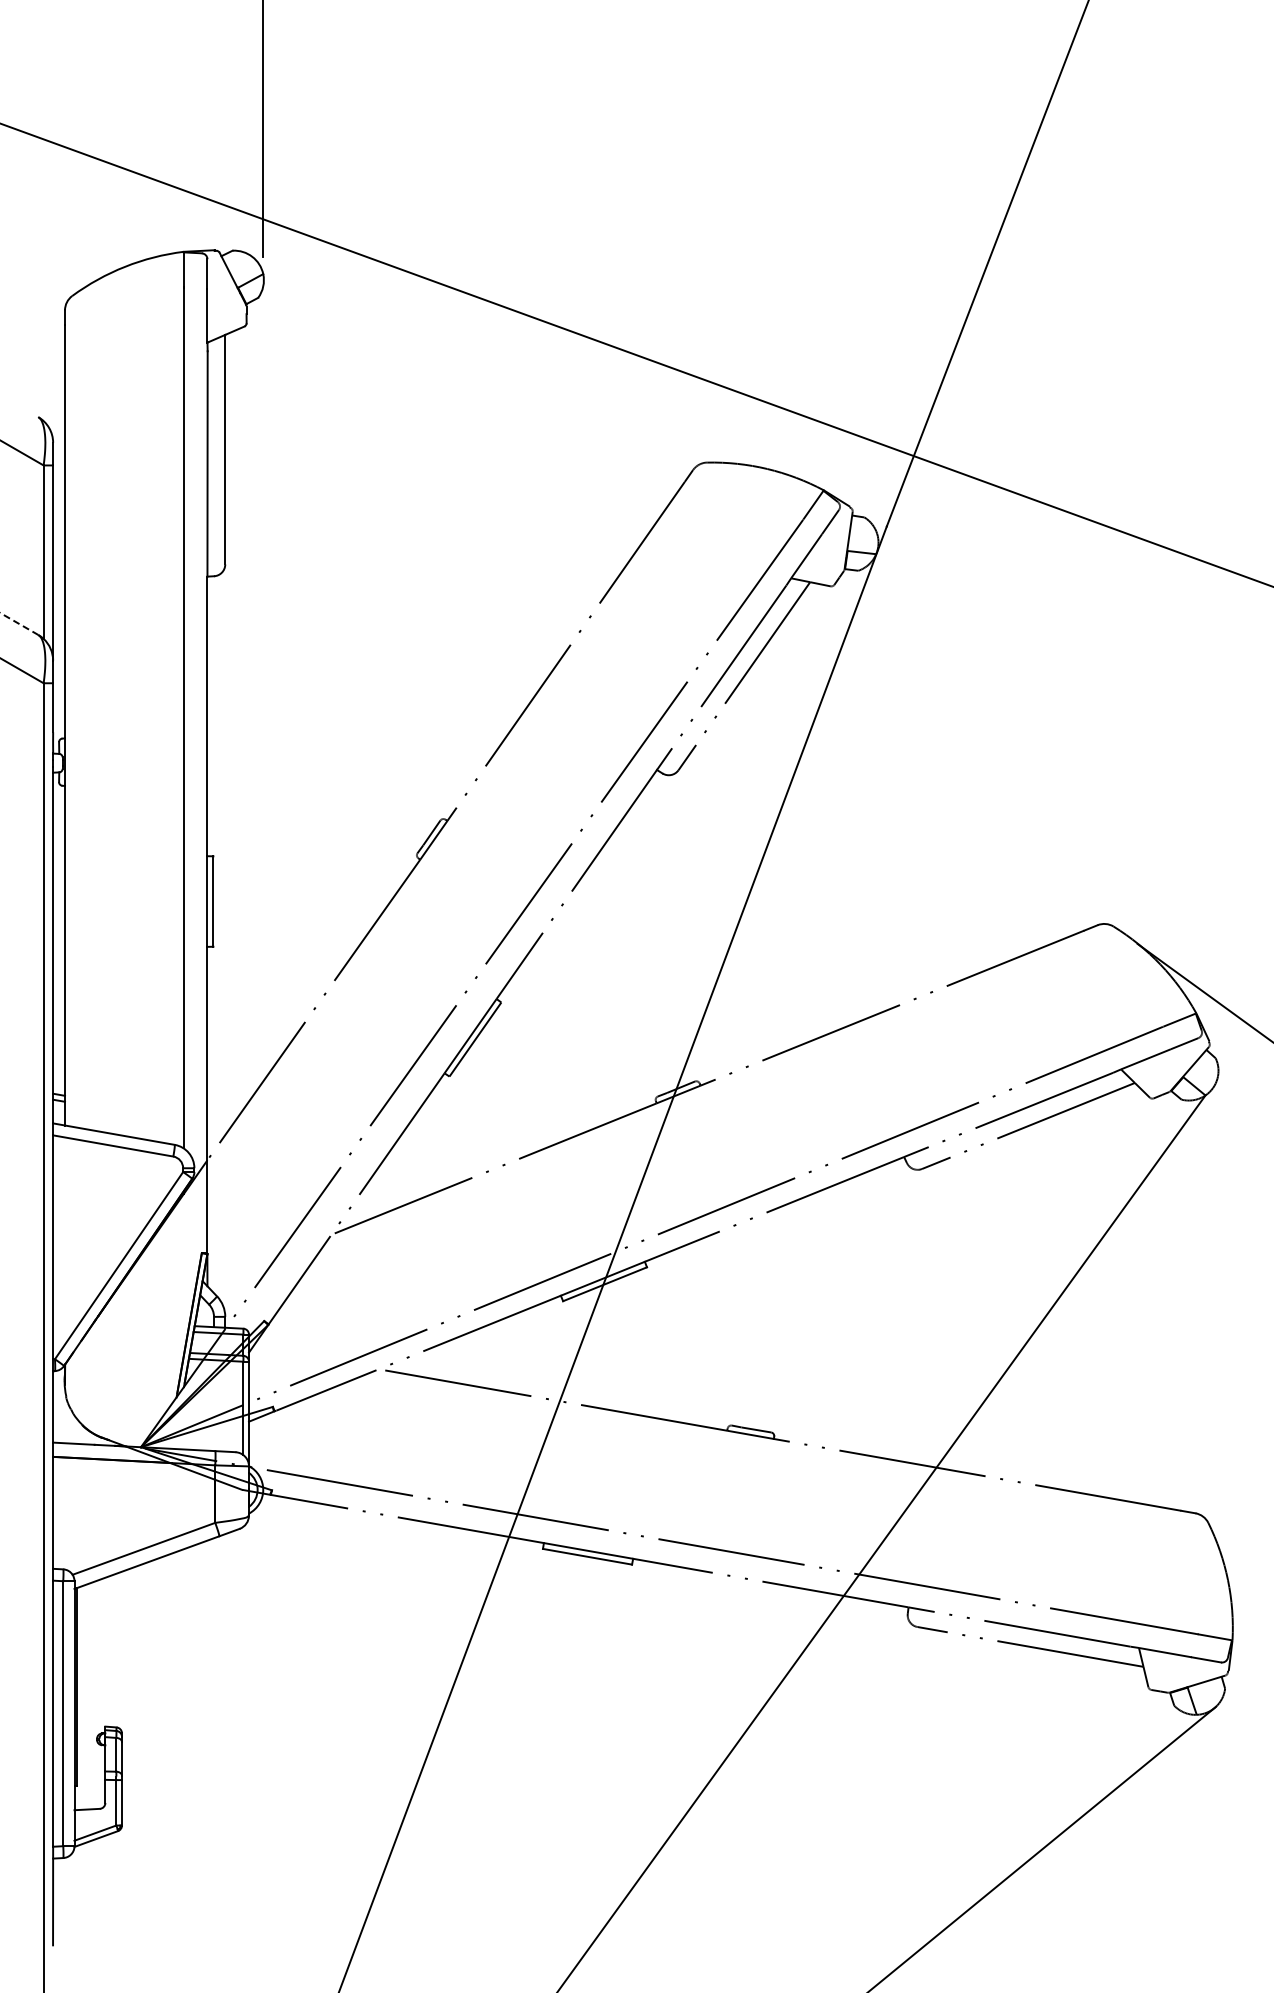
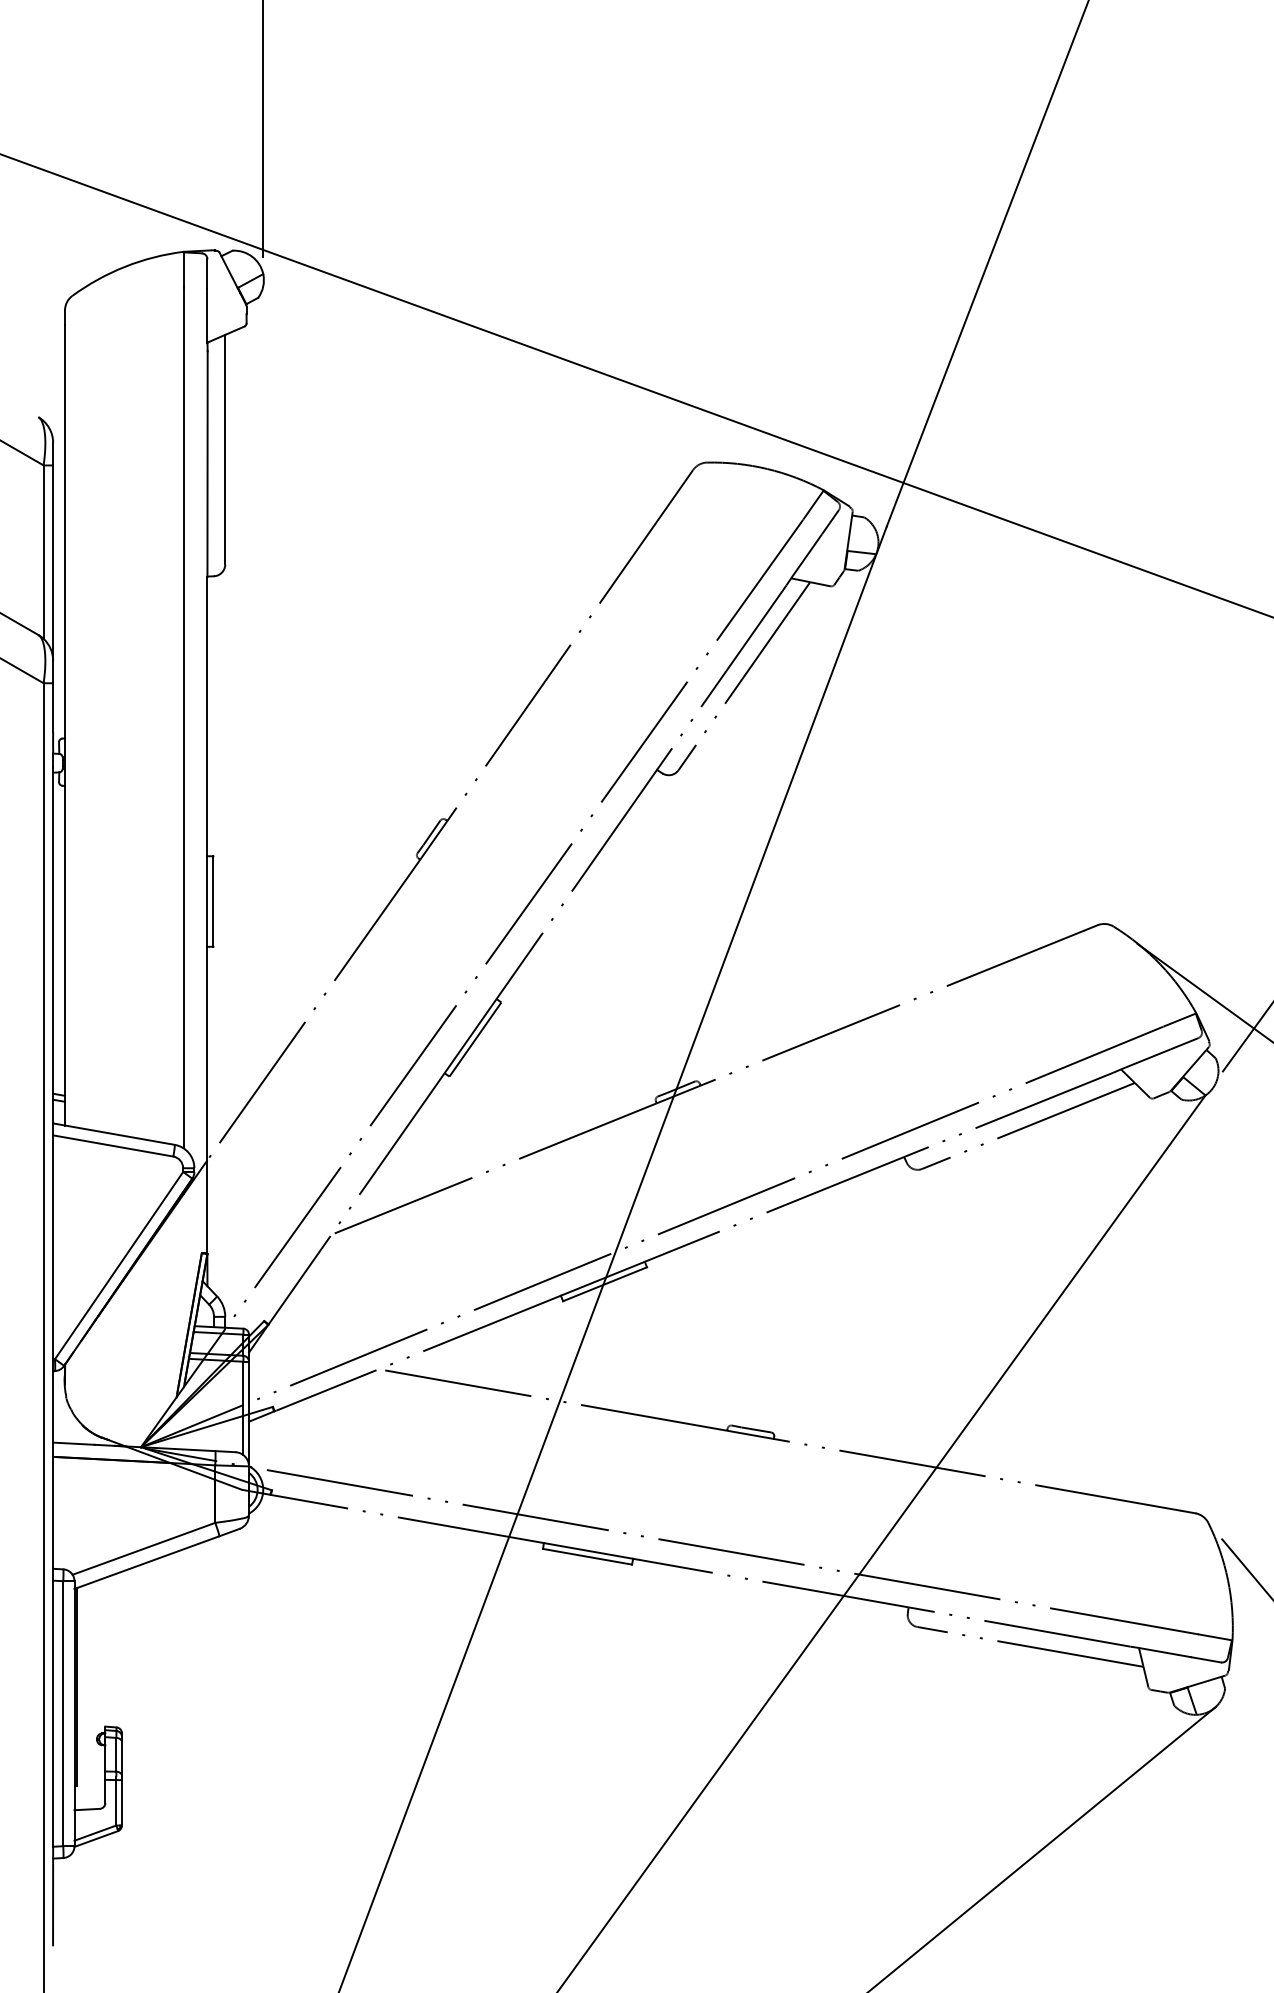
line at (636, 354) position: (636, 354) -> (636, 385)
line at (19, 623): dashed -> solid
line at (1246, 1038): none -> present
line at (1246, 1567): none -> present
